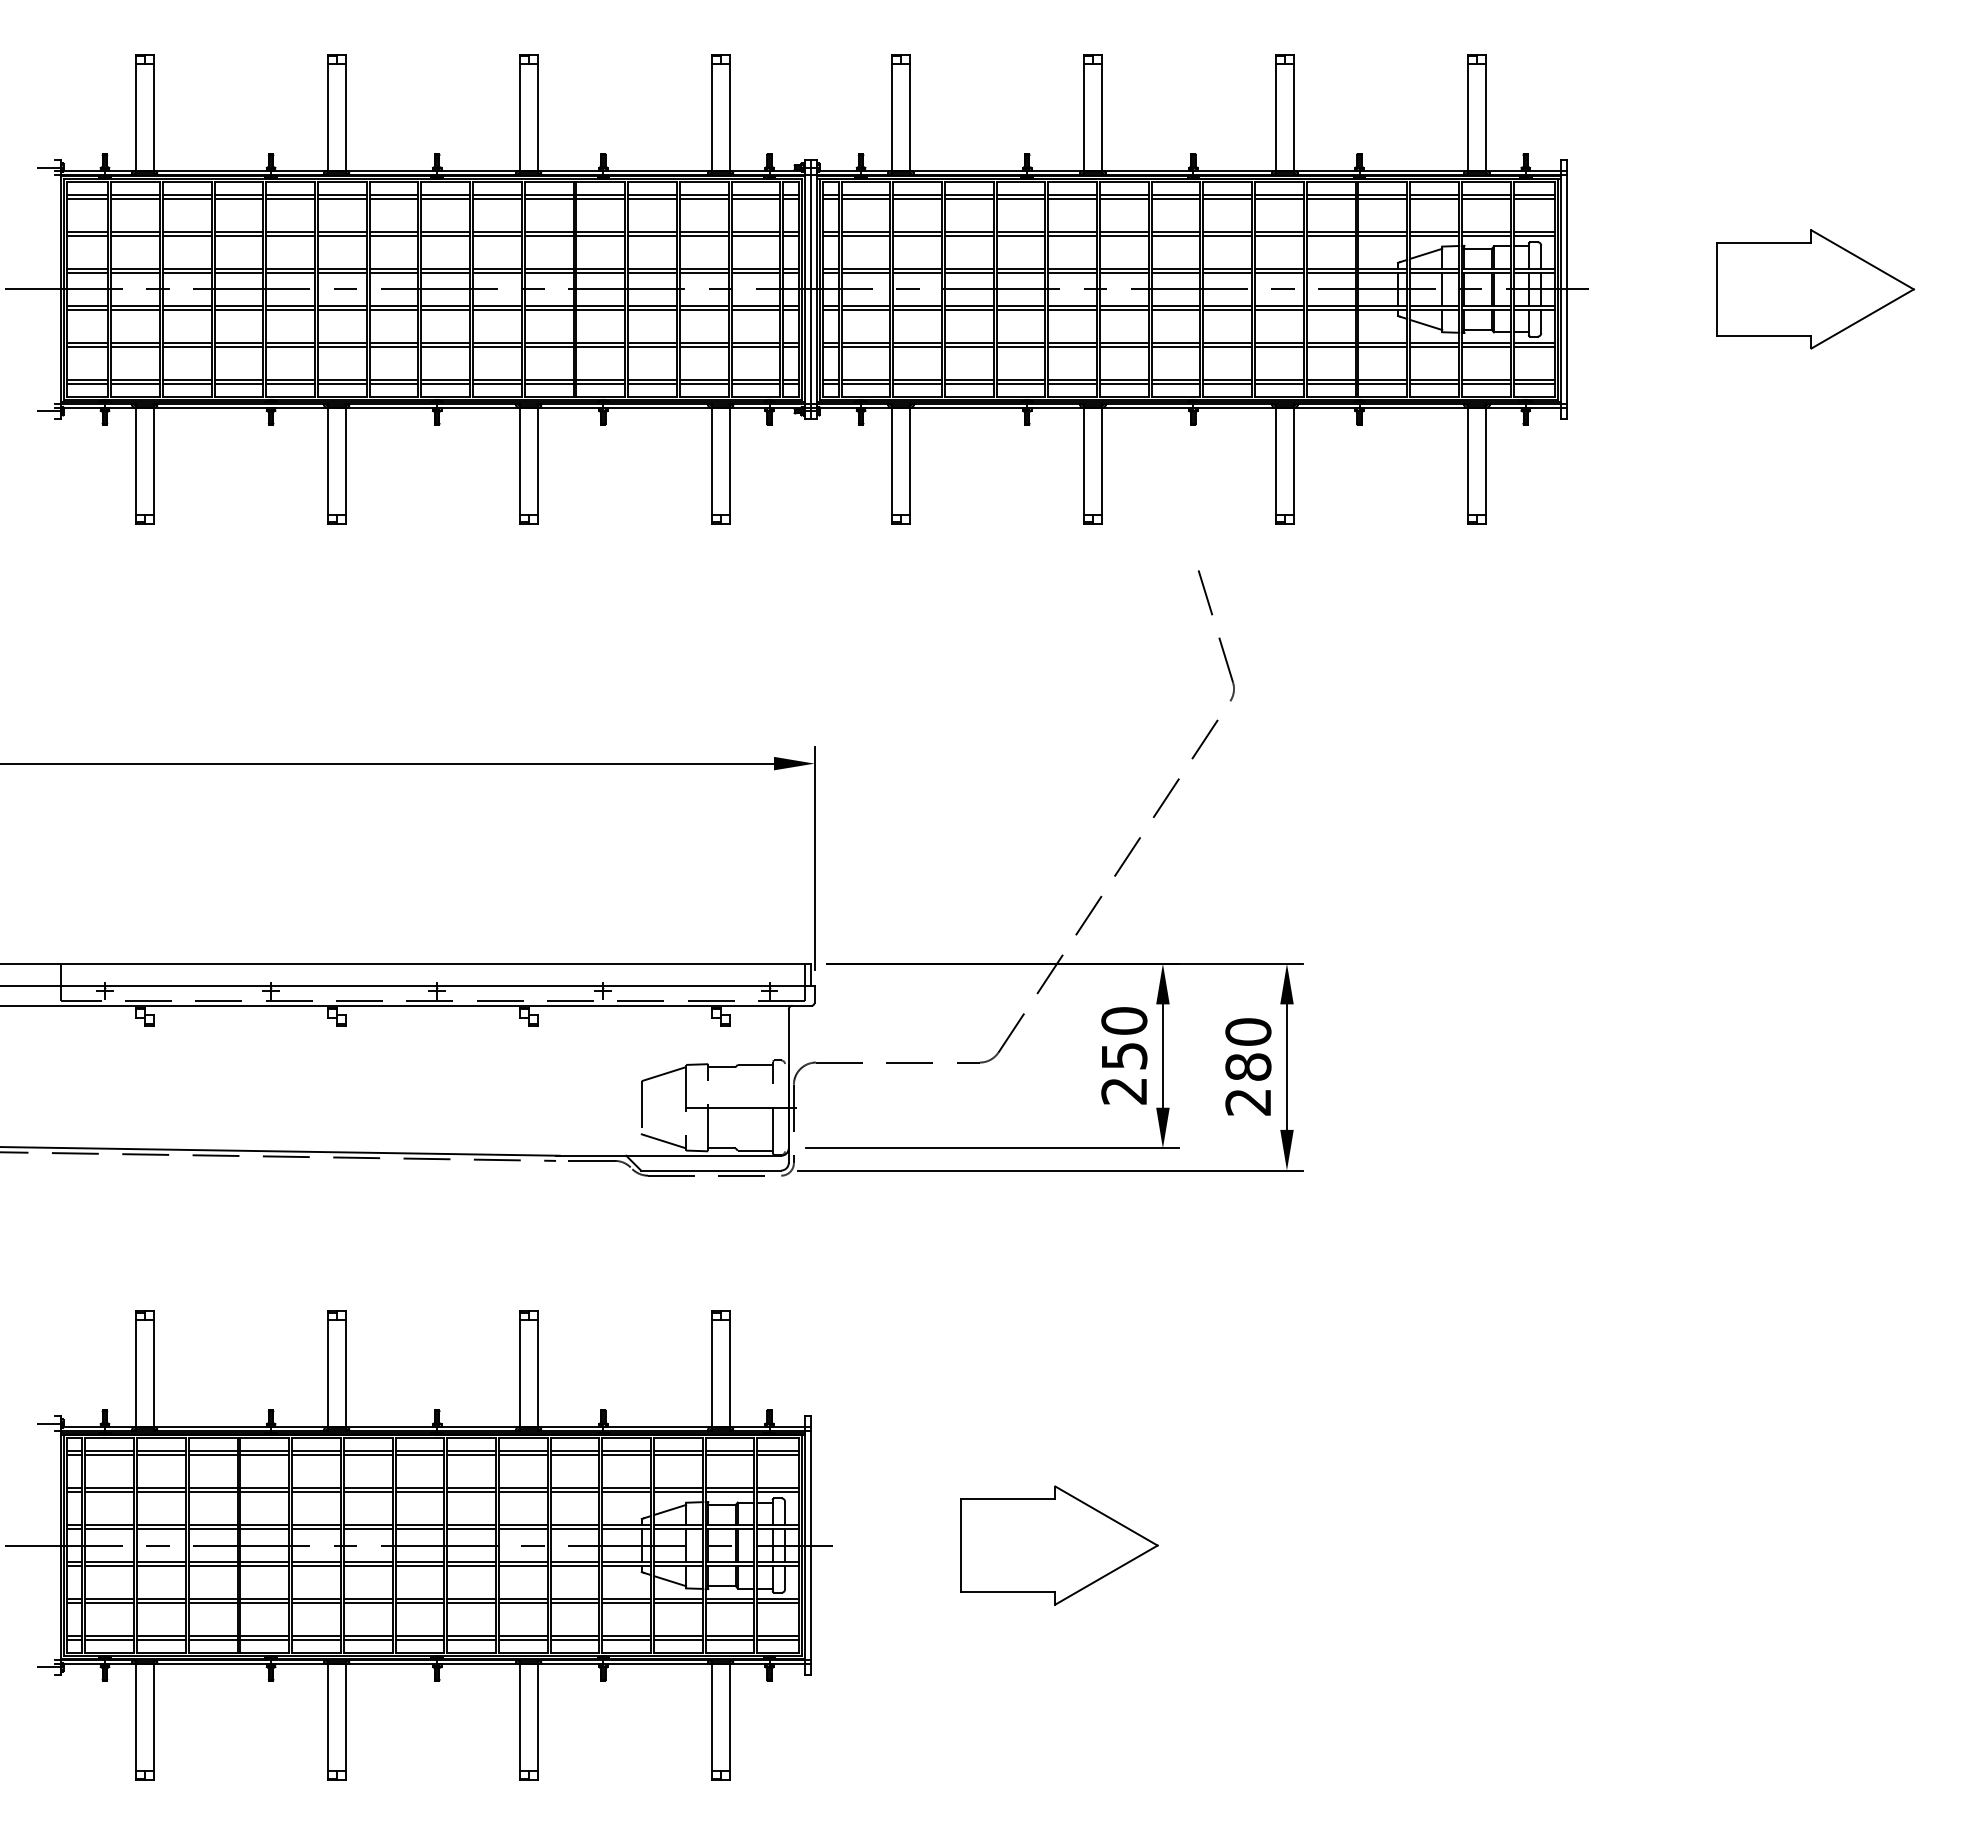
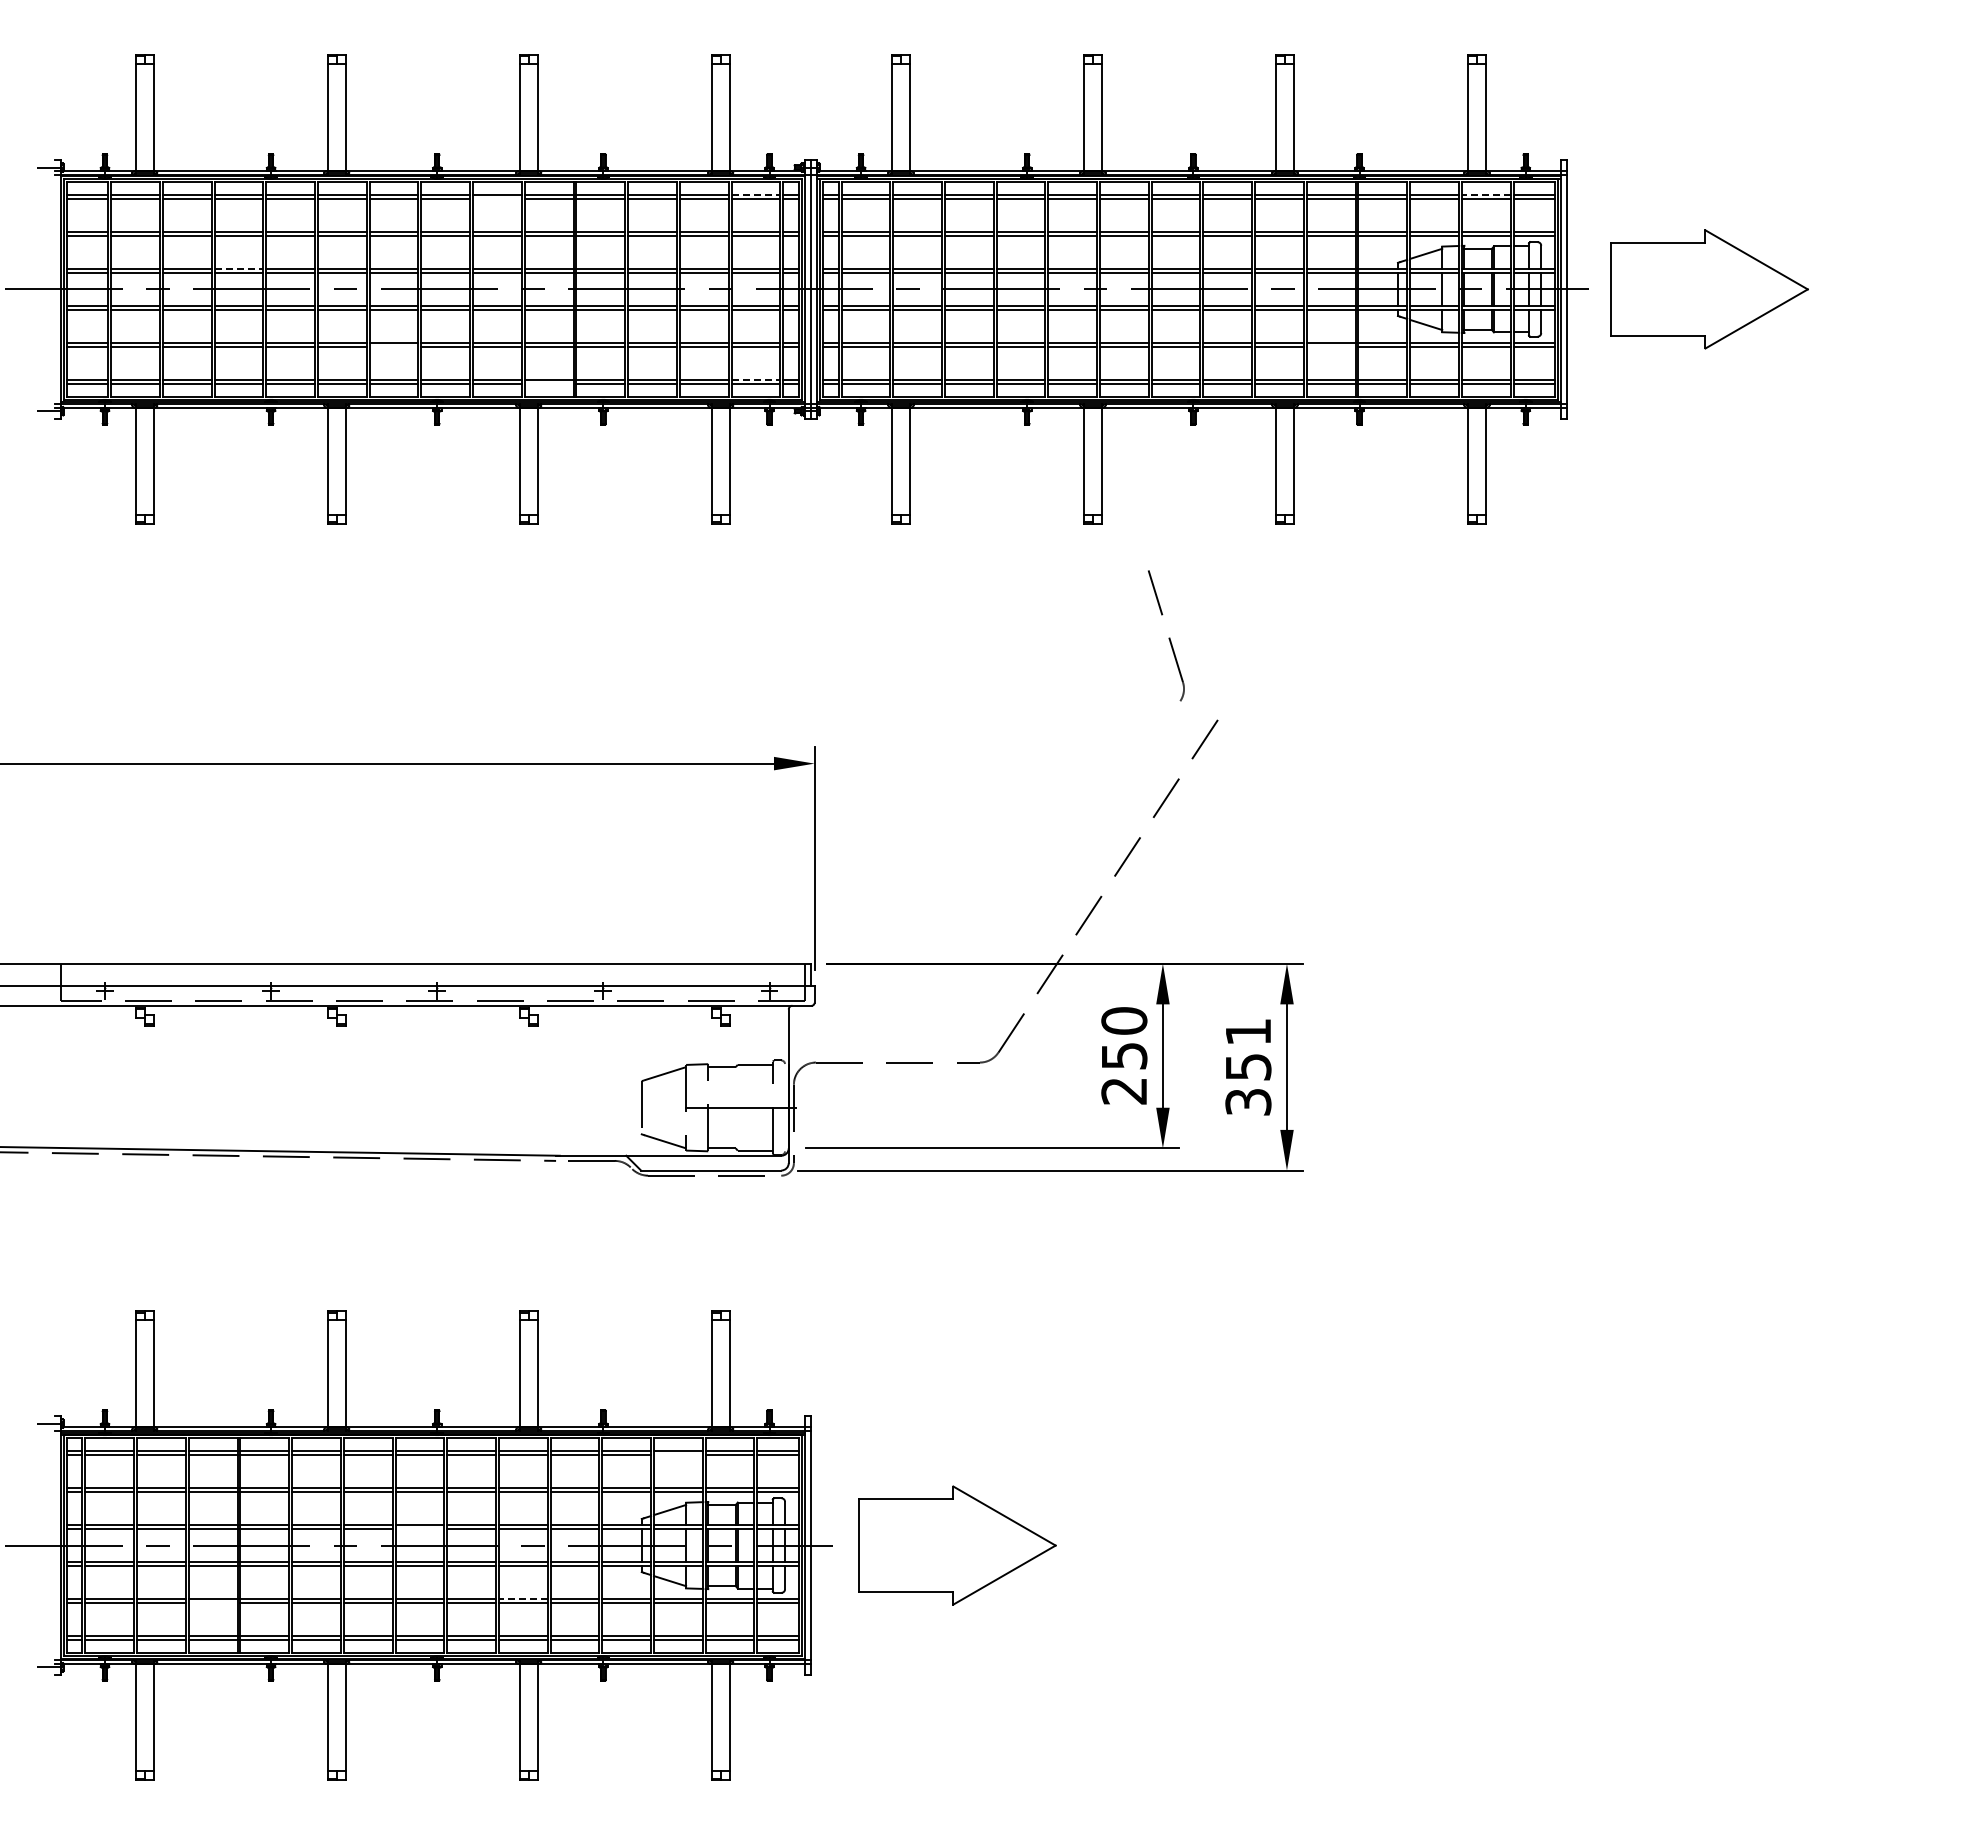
line at (756, 194): solid -> dashed
line at (1485, 194): solid -> dashed
line at (497, 199): present -> none
line at (239, 268): solid -> dashed
part at (1815, 289) position: (1815, 289) -> (1709, 289)
line at (393, 347): present -> none
line at (1330, 347): present -> none
line at (756, 379): solid -> dashed
line at (548, 383): present -> none
part at (1216, 635) position: (1216, 635) -> (1166, 635)
text at (1248, 1066): 280 -> 351
line at (677, 1455): present -> none
line at (419, 1529): present -> none
part at (1059, 1545) position: (1059, 1545) -> (957, 1545)
line at (522, 1598): solid -> dashed
line at (212, 1603): present -> none
